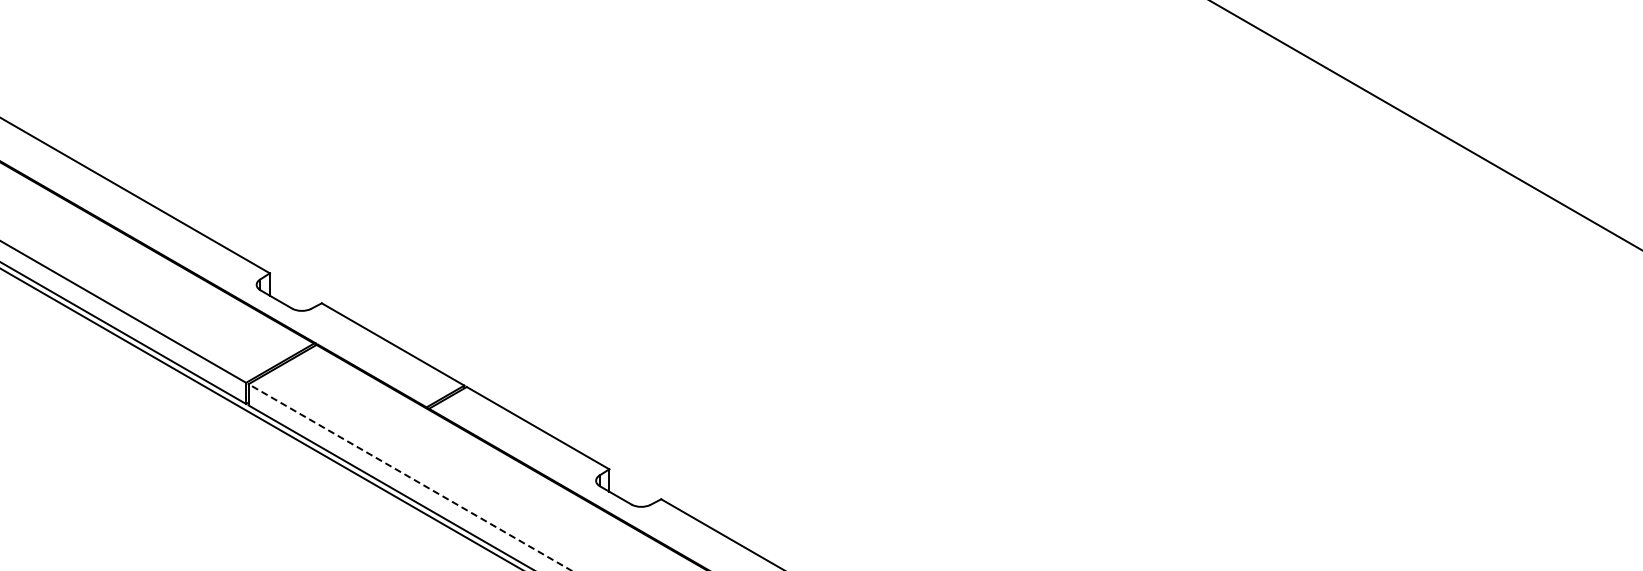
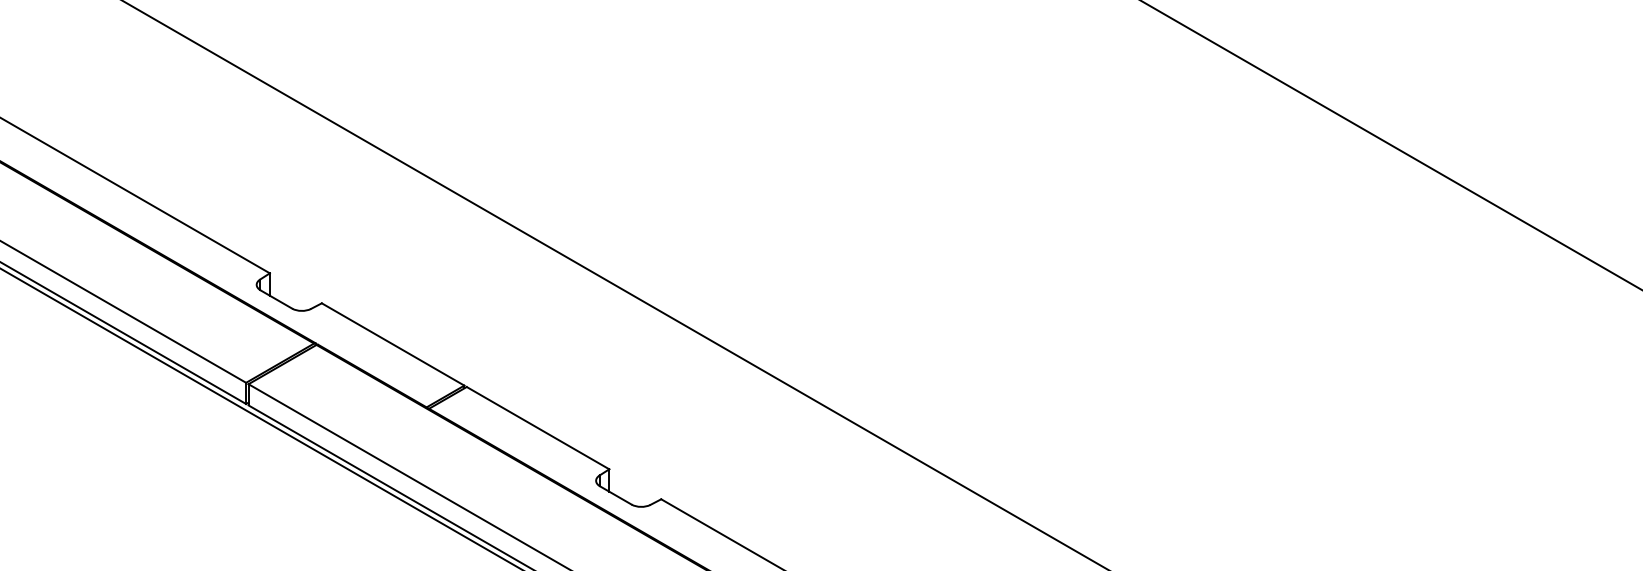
line at (1425, 125) position: (1425, 125) -> (1391, 145)
line at (614, 284): none -> present
line at (409, 477): dashed -> solid
